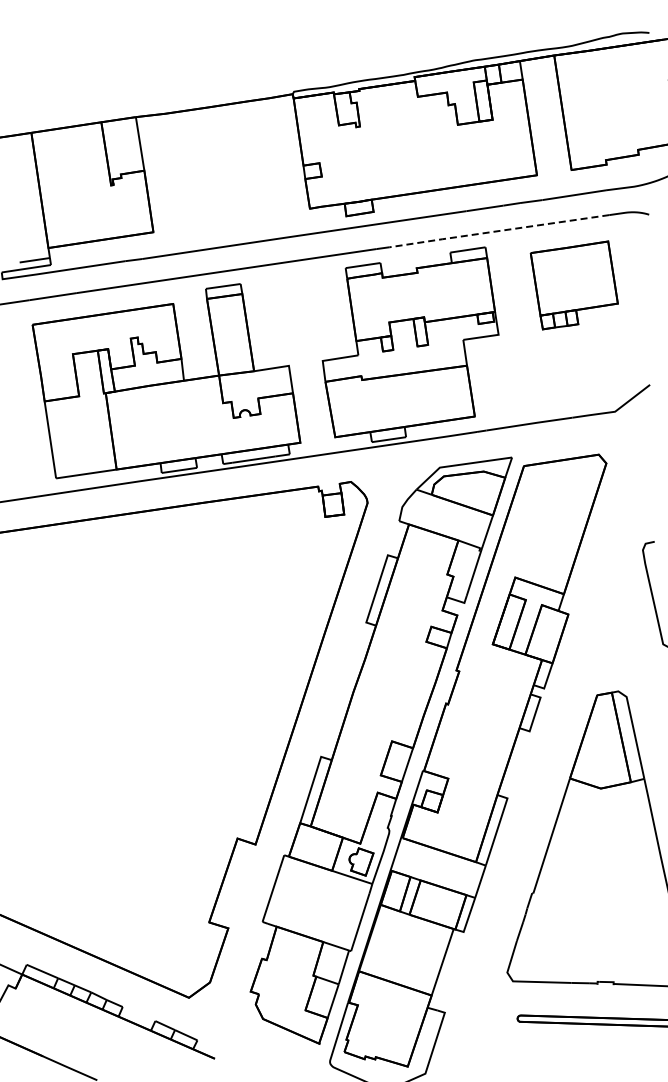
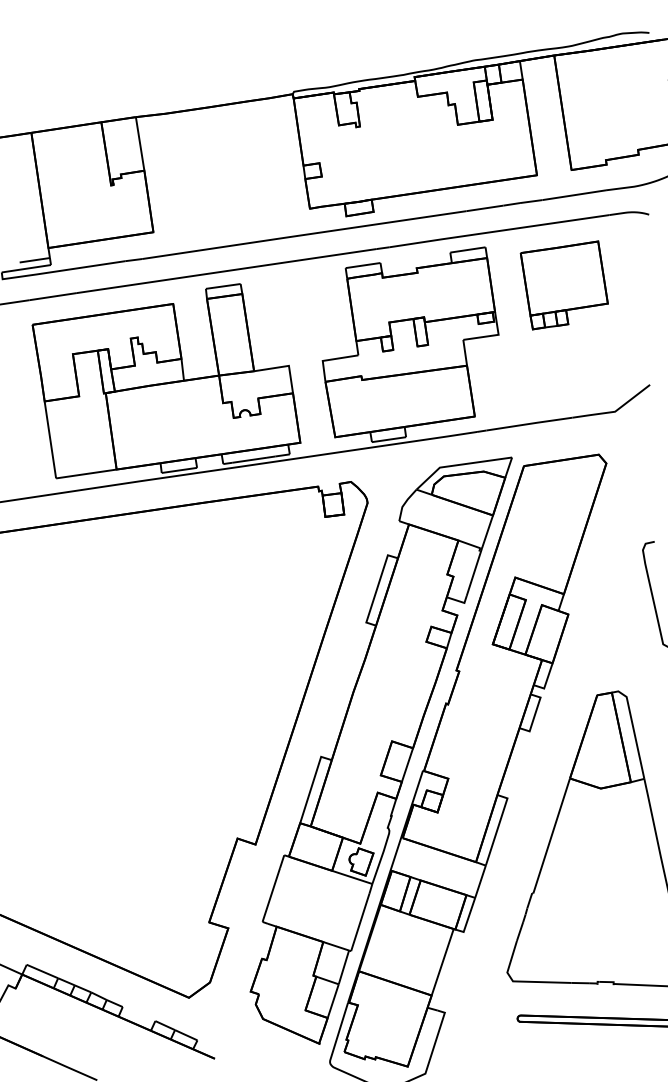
line at (498, 231): dashed -> solid
part at (573, 285) position: (573, 285) -> (563, 285)
